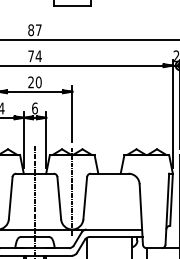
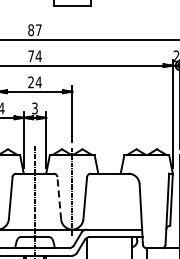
text at (38, 82): 20 -> 24
text at (34, 108): 6 -> 3
line at (59, 197): solid -> dashed
